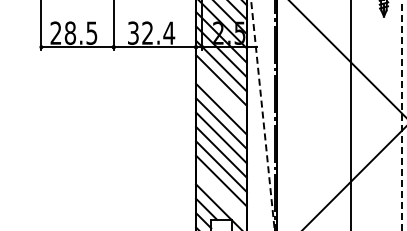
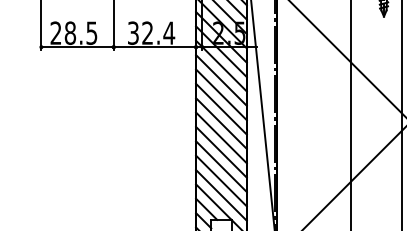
line at (221, 94): none -> present
line at (262, 115): dashed -> solid
line at (401, 115): dashed -> solid
line at (221, 195): none -> present
